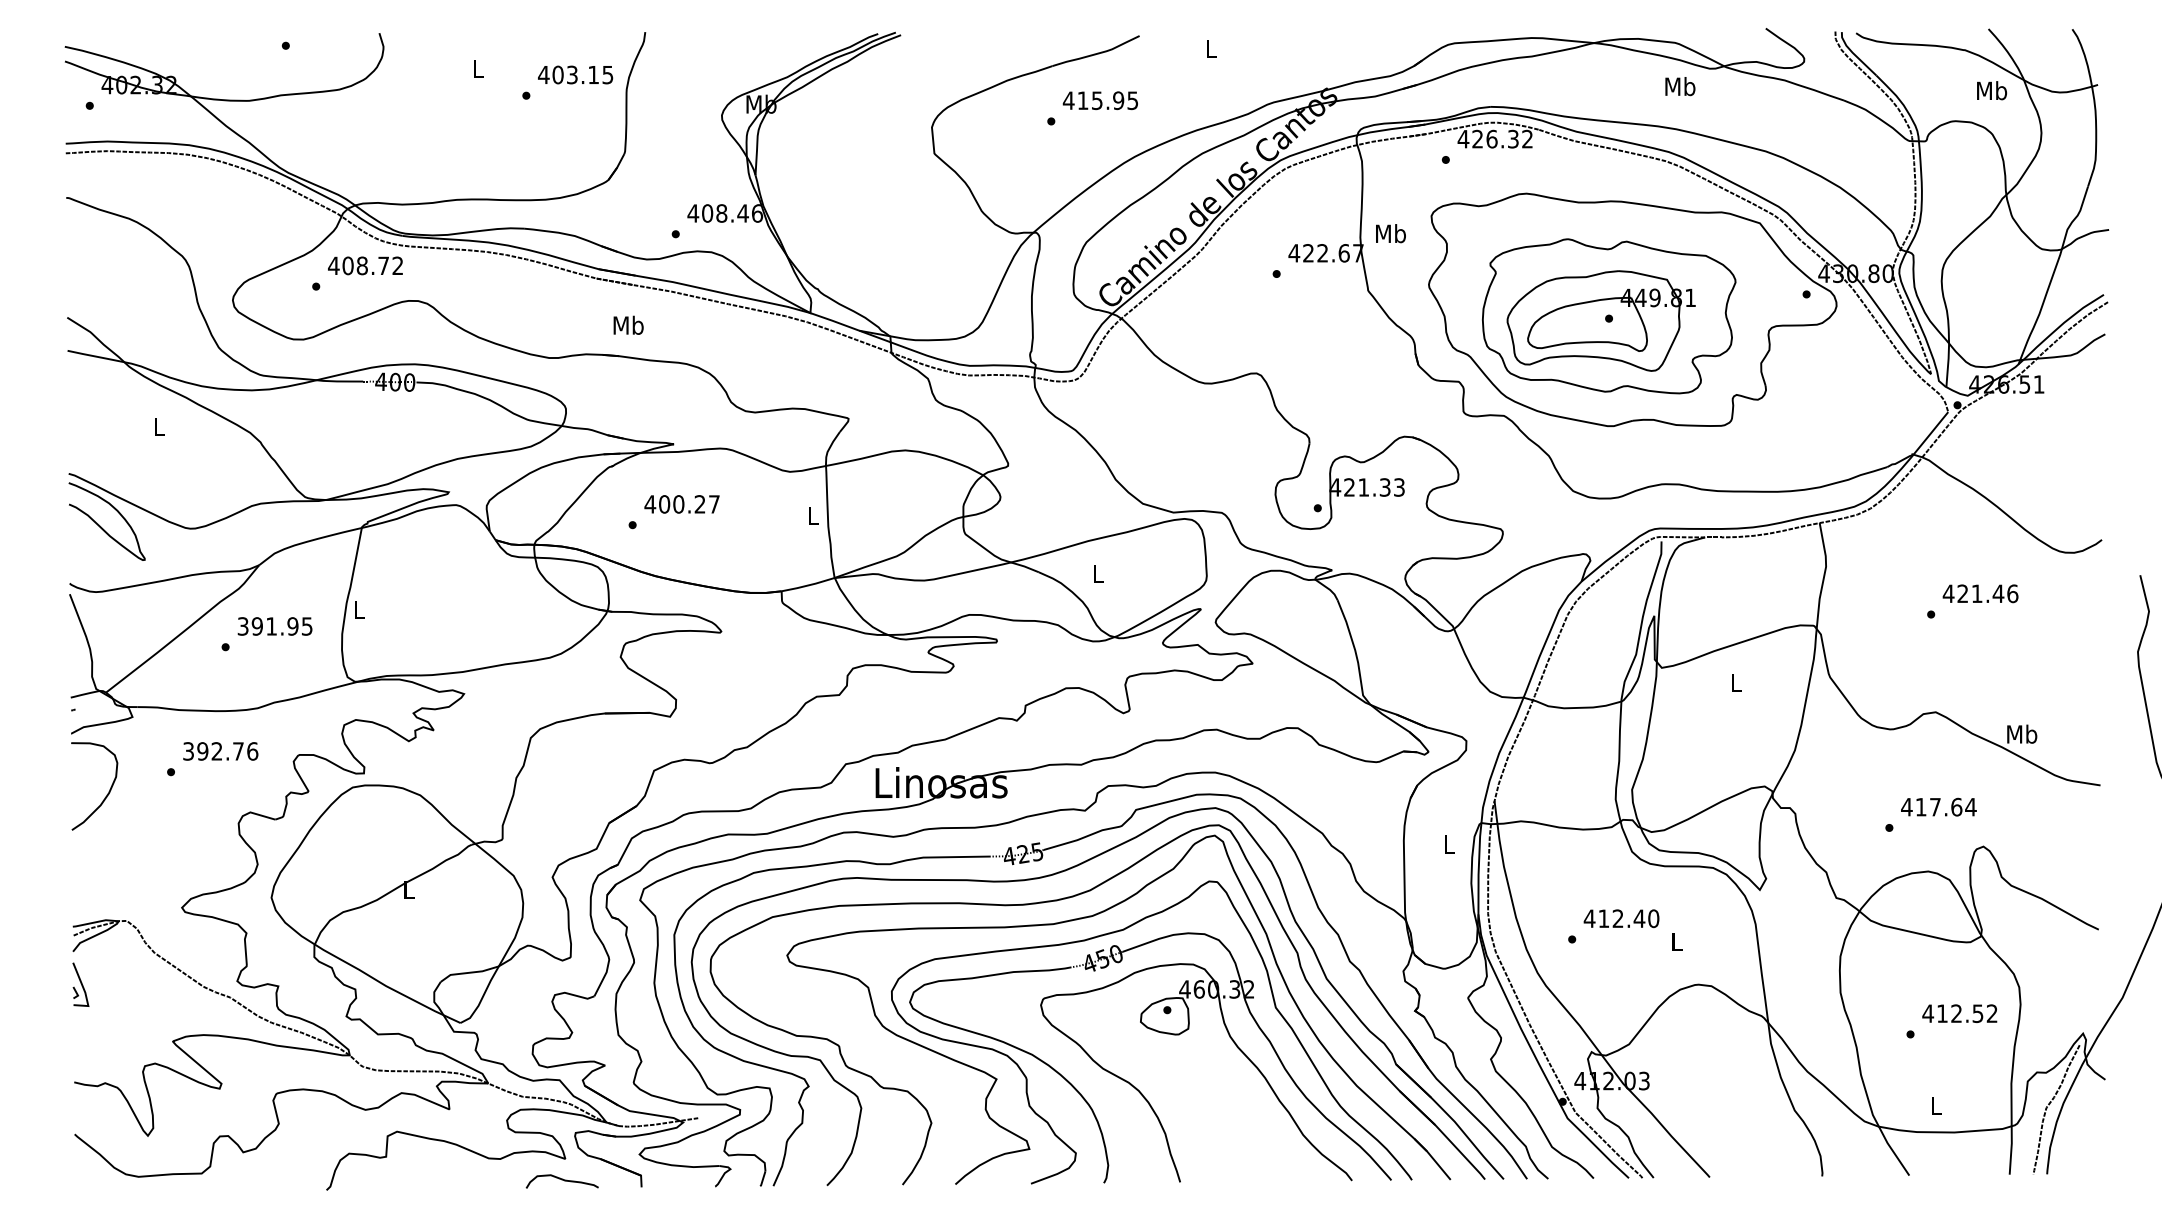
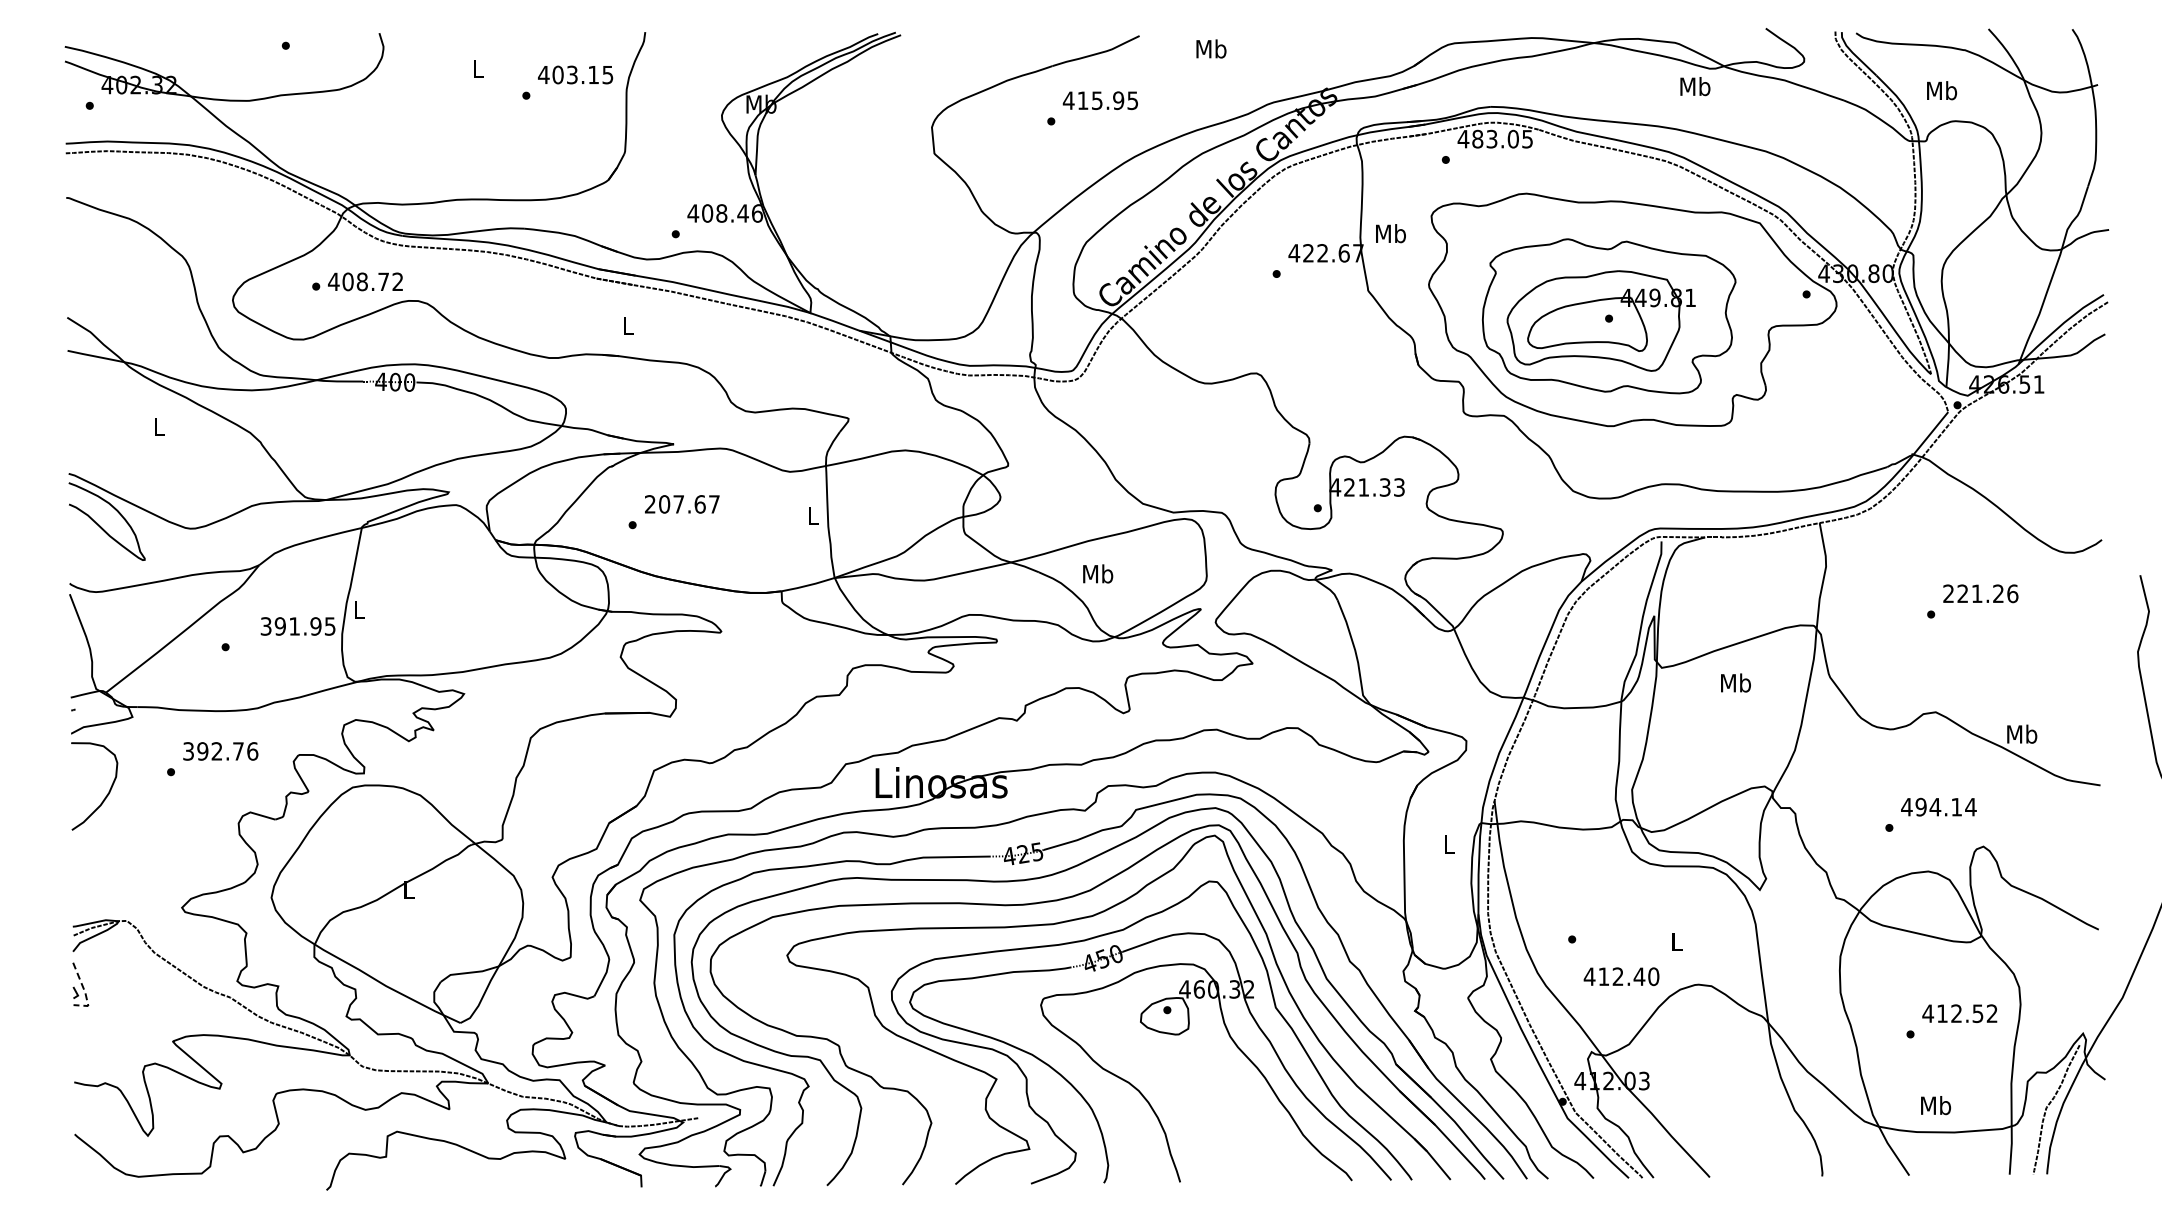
text at (1211, 48): L -> Mb
text at (1680, 86) position: (1680, 86) -> (1695, 86)
text at (1992, 90) position: (1992, 90) -> (1942, 90)
text at (1502, 138): 426.32 -> 483.05
text at (365, 265) position: (365, 265) -> (365, 281)
text at (628, 324): Mb -> L
text at (674, 504): 400.27 -> 207.67
text at (1098, 573): L -> Mb
text at (1973, 593): 421.46 -> 221.26
text at (274, 626) position: (274, 626) -> (297, 626)
text at (1735, 682): L -> Mb
text at (1938, 806): 417.64 -> 494.14
text at (1621, 918) position: (1621, 918) -> (1621, 976)
line at (84, 991): solid -> dashed
text at (1936, 1105): L -> Mb
curve at (561, 1180): present -> none
